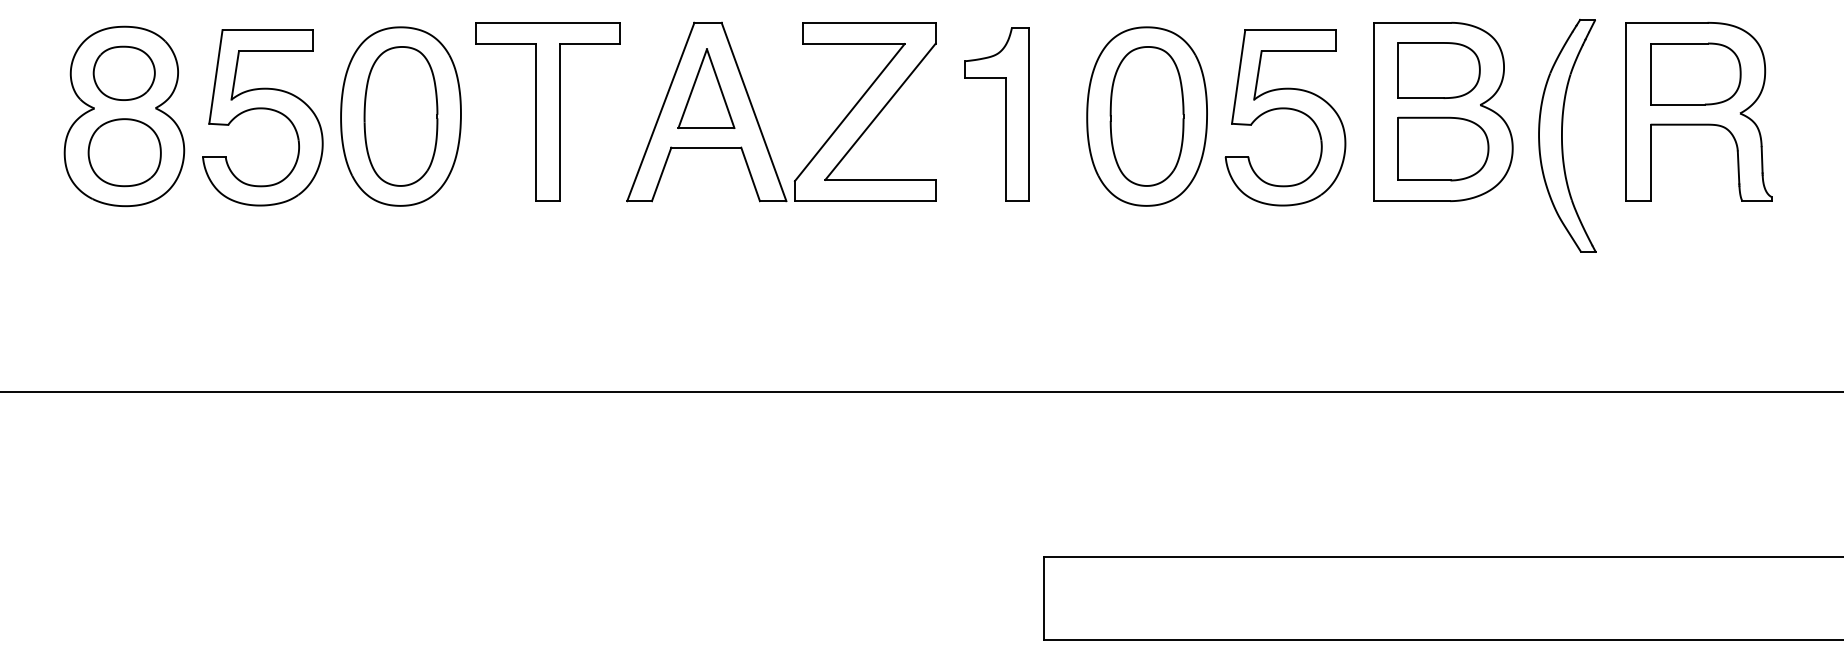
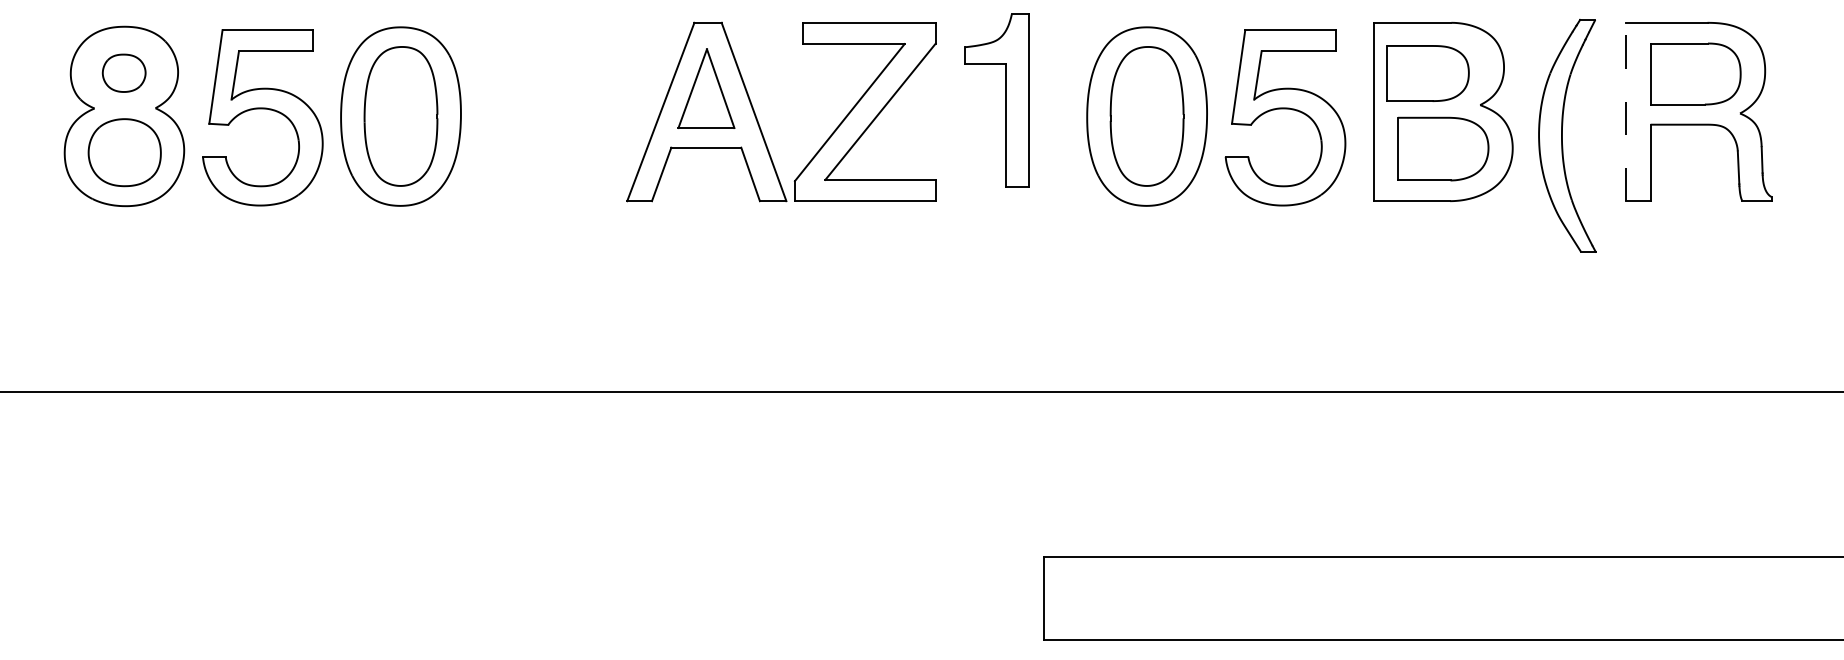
part at (1438, 70) position: (1438, 70) -> (1427, 73)
part at (123, 72) size: 64x56 px -> 46x40 px
part at (547, 111): present -> none
line at (1626, 111): solid -> dashed
part at (1005, 114) position: (1005, 114) -> (1005, 100)
